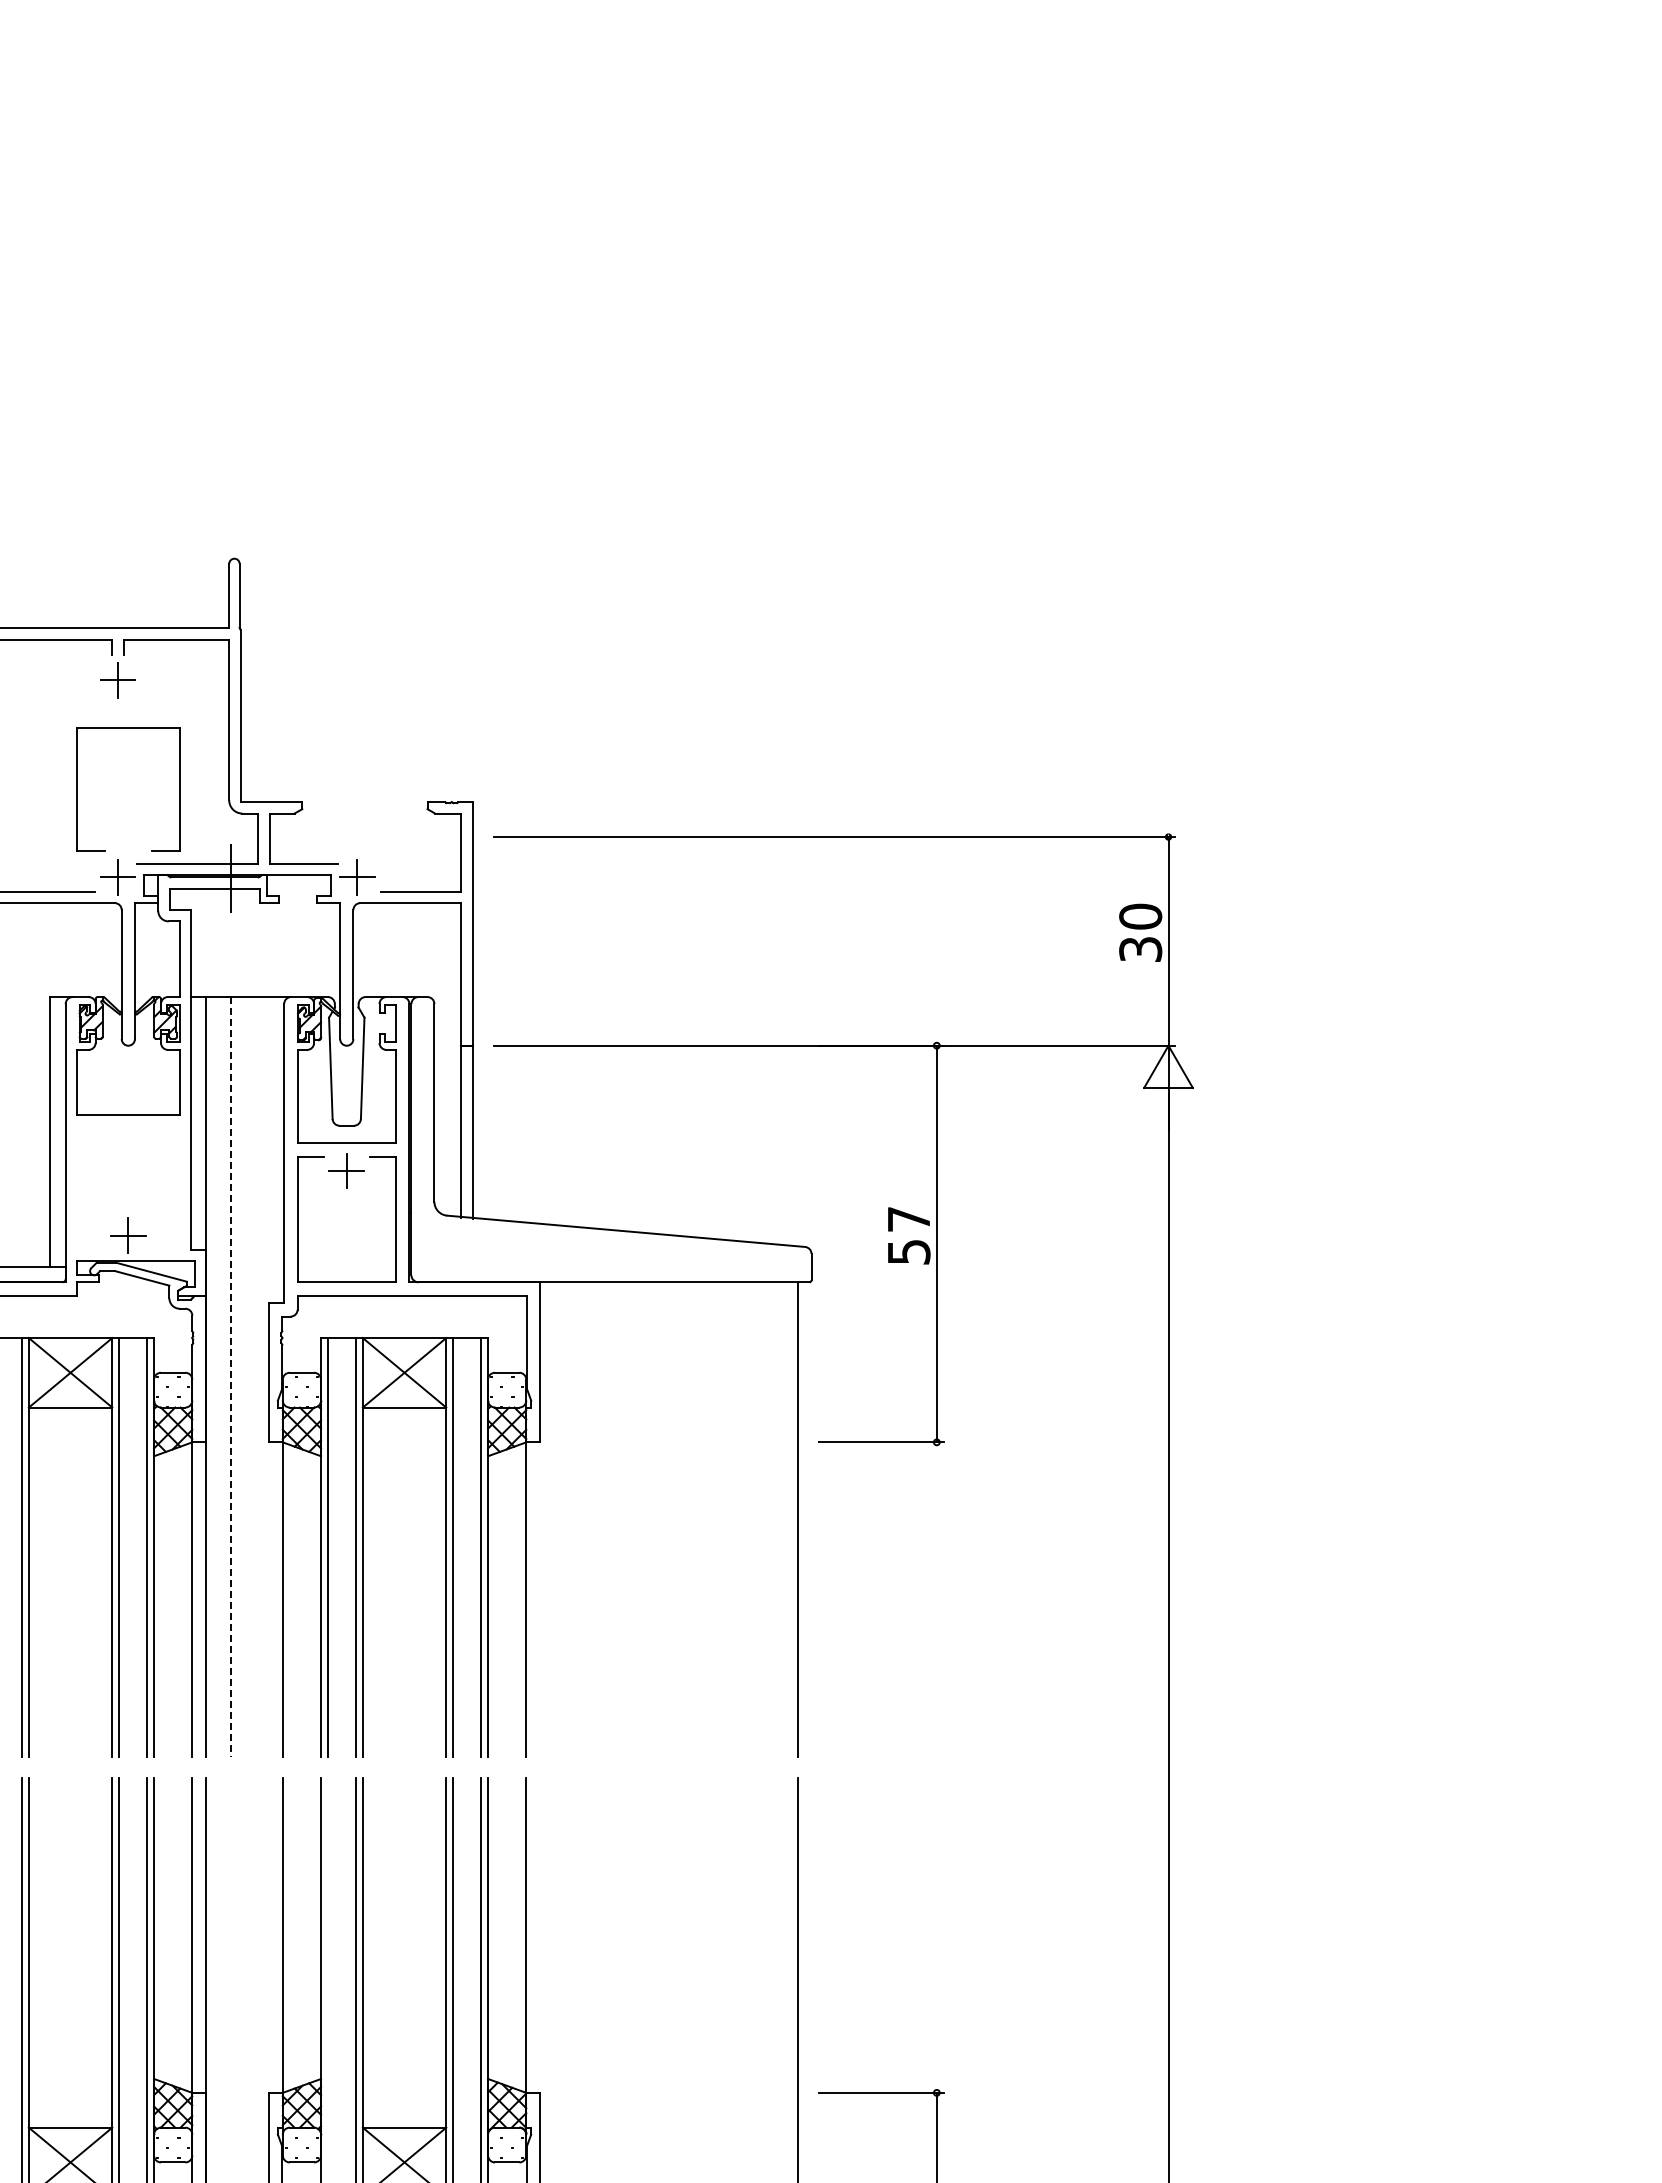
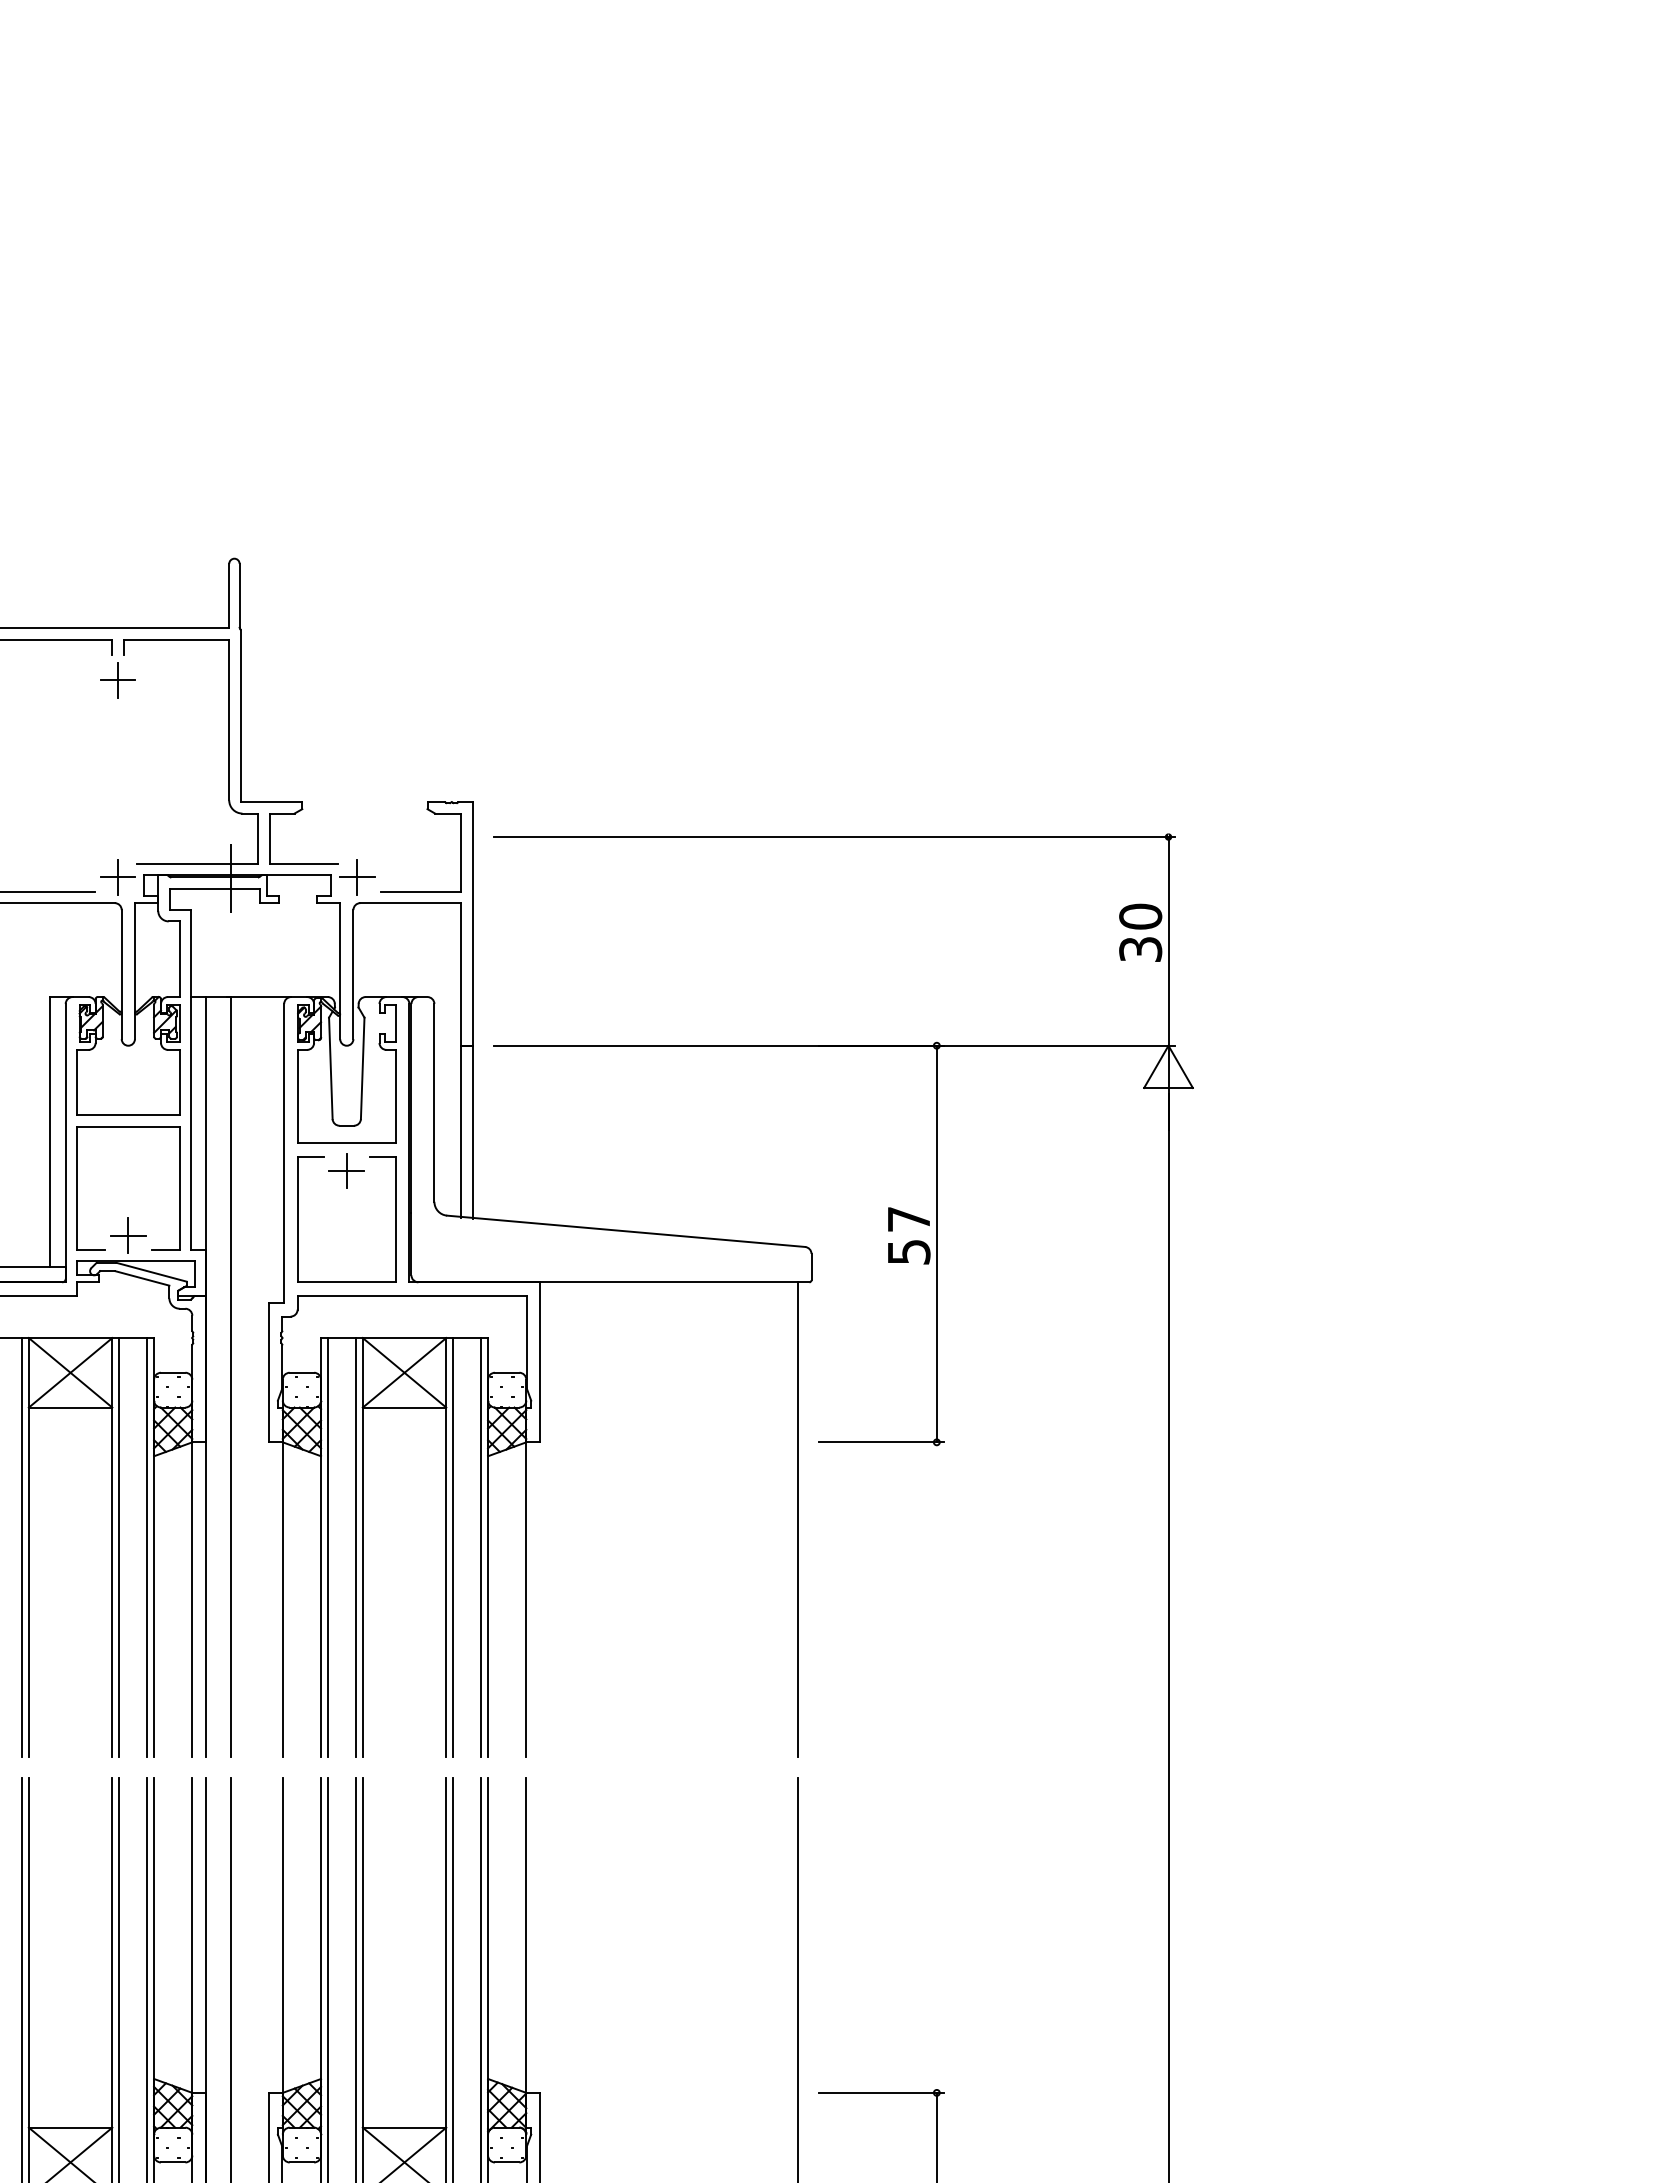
part at (77, 789) position: (77, 789) -> (77, 1188)
line at (230, 1377): dashed -> solid
line at (230, 1978): none -> present
line at (328, 1978): none -> present
